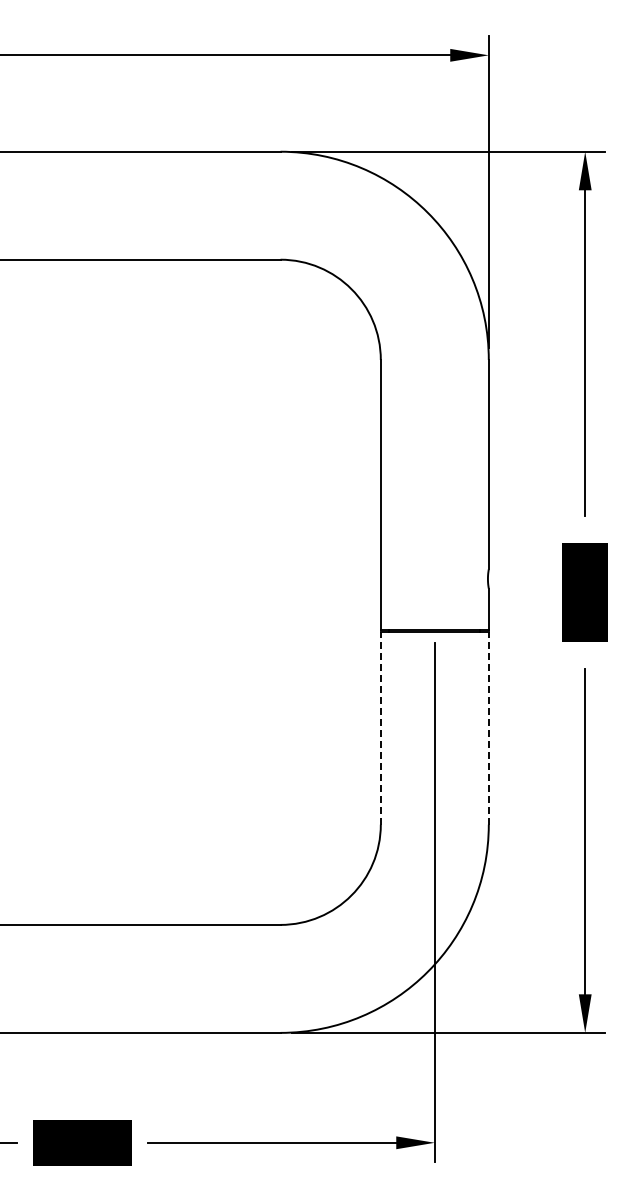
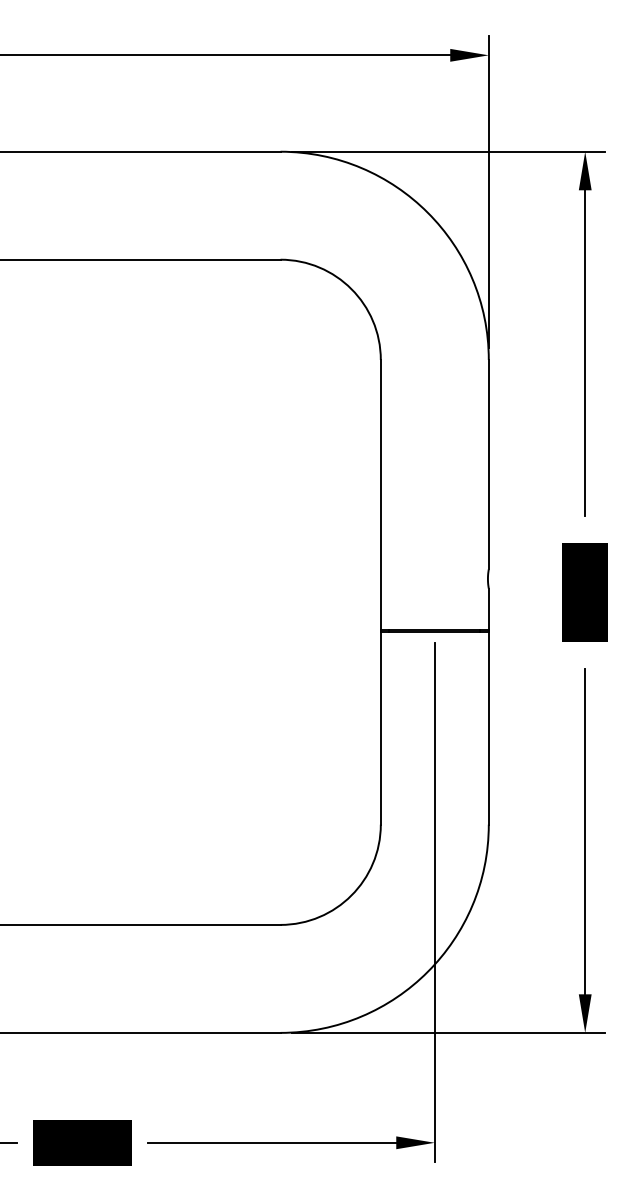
line at (380, 727): dashed -> solid
line at (488, 727): dashed -> solid
